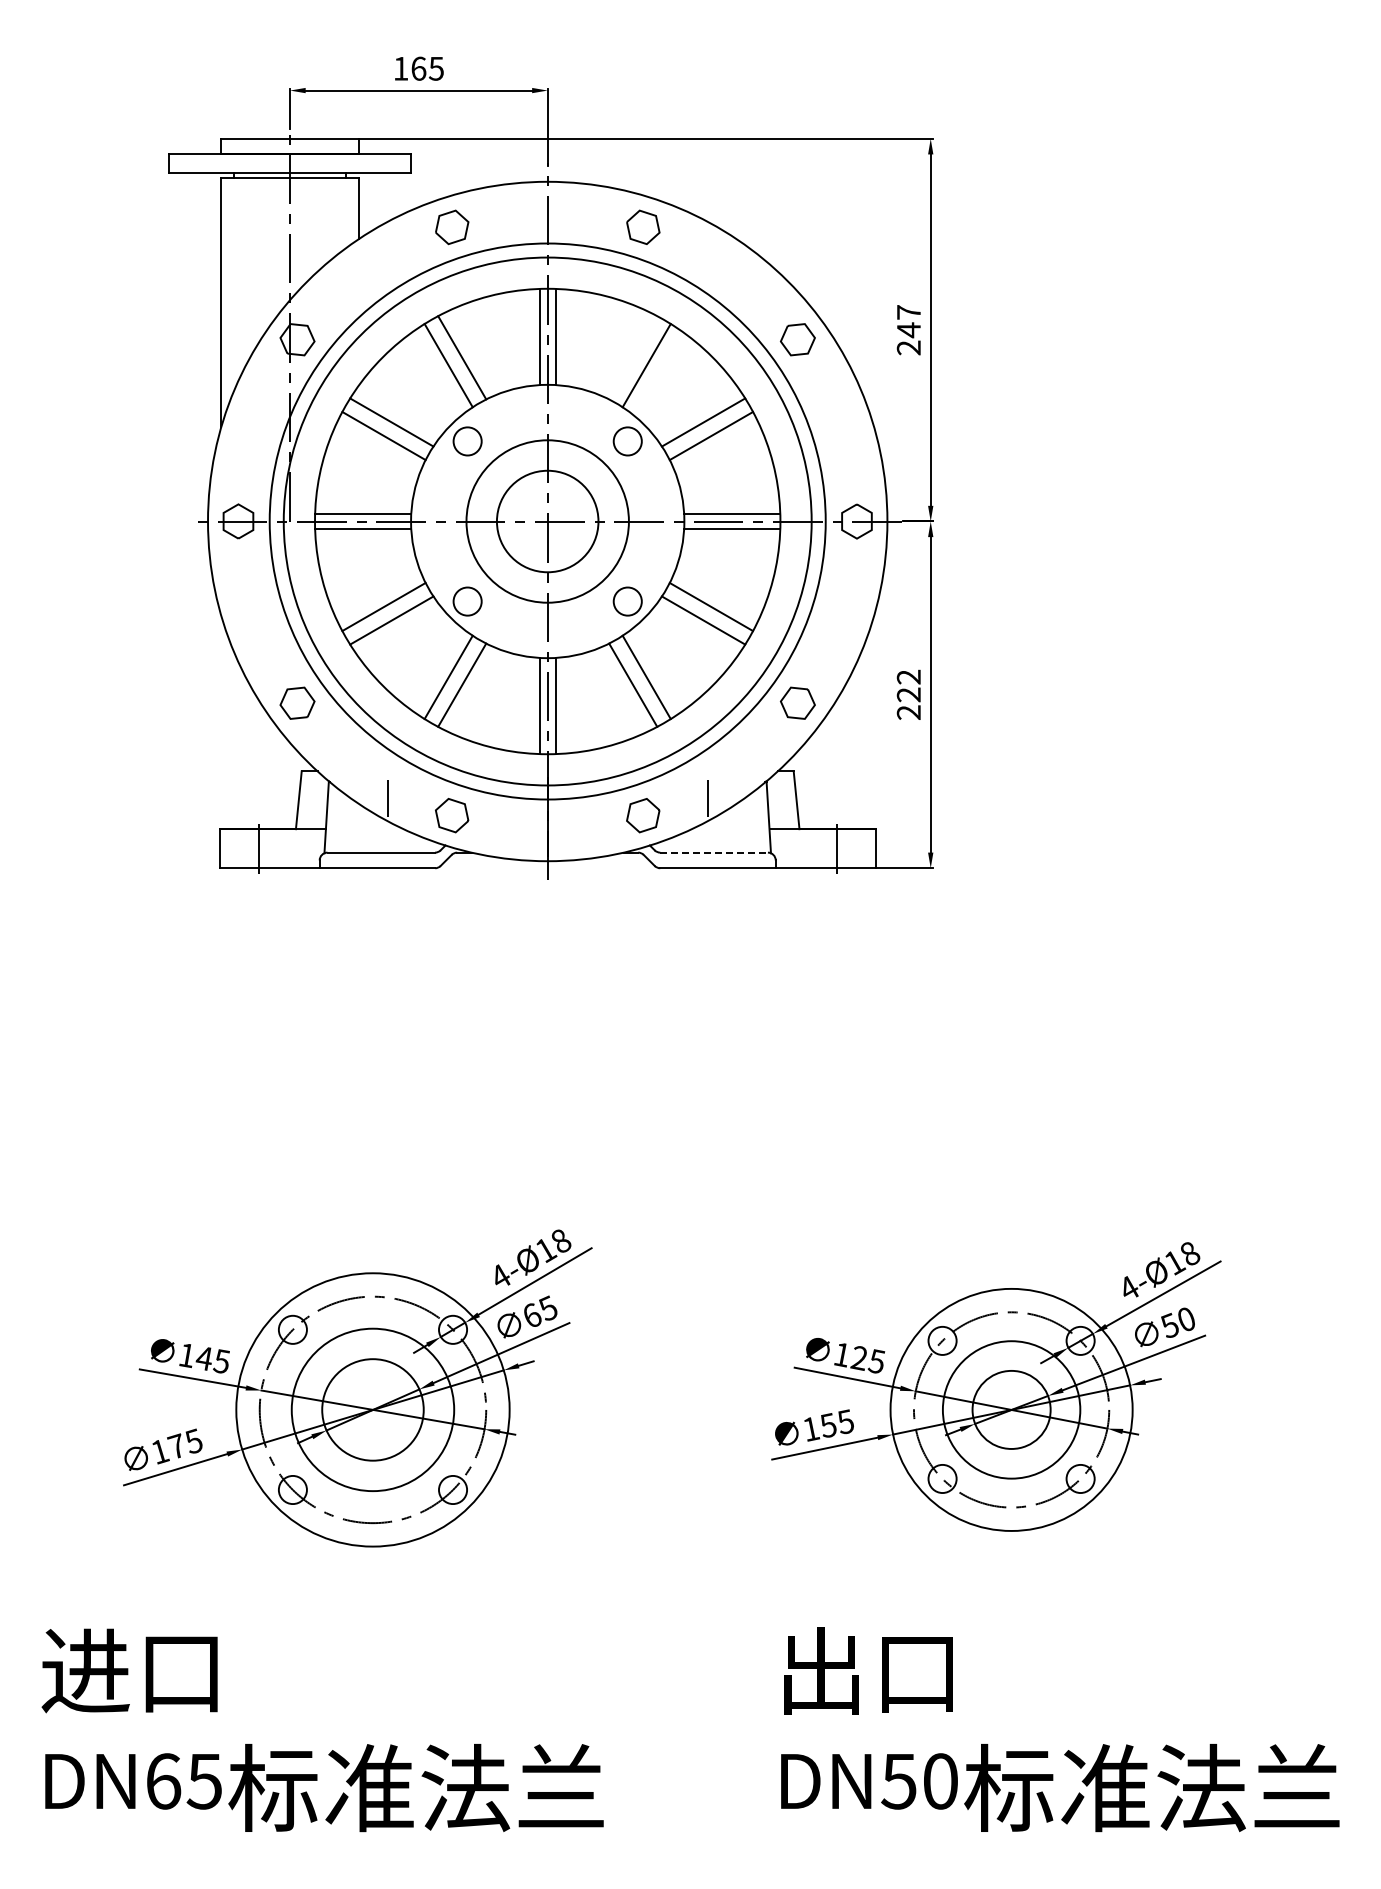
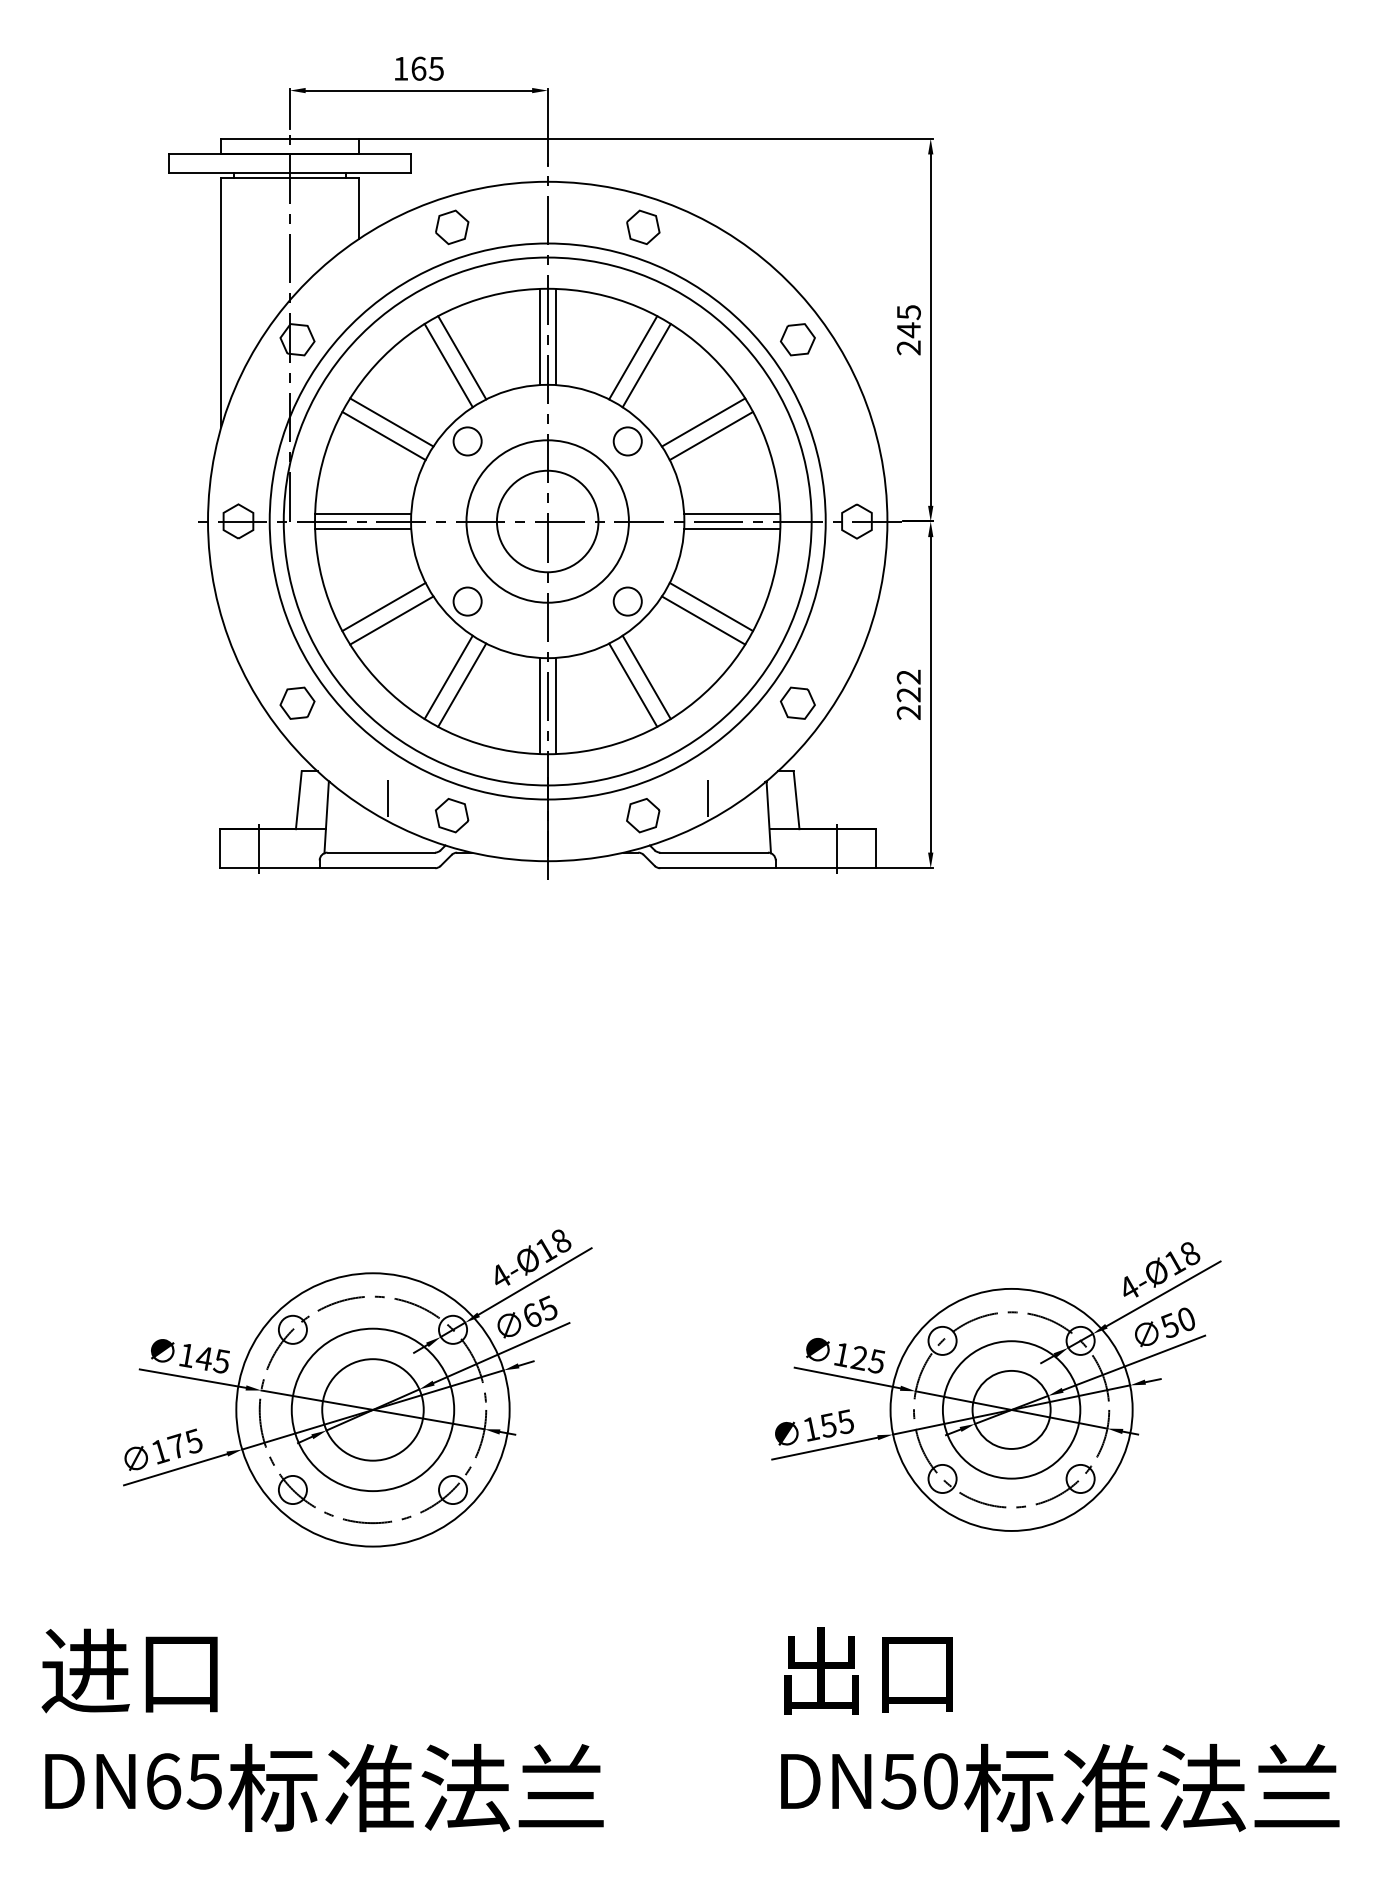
text at (908, 312): 247 -> 245
line at (633, 357): none -> present
line at (714, 852): dashed -> solid
